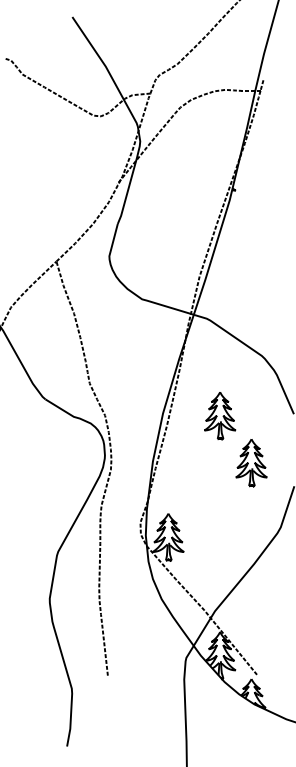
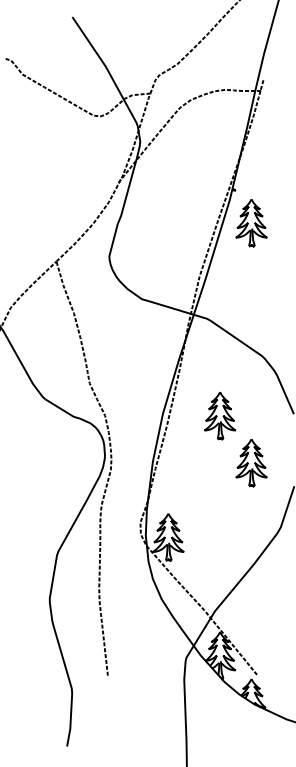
part at (251, 223): none -> present
